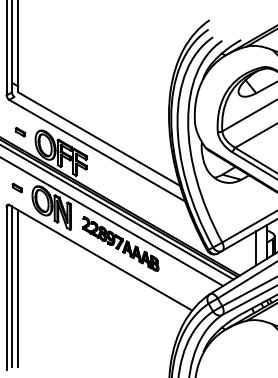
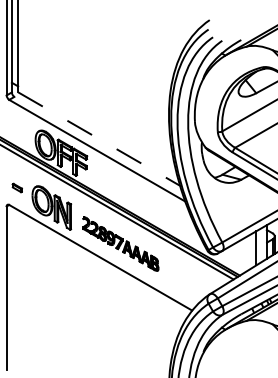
part at (20, 132): present -> none
line at (99, 139): solid -> dashed
line at (112, 221): present -> none
line at (11, 286): present -> none
line at (18, 288): present -> none
